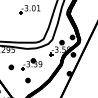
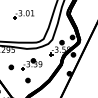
part at (29, 9) position: (29, 9) -> (23, 14)
